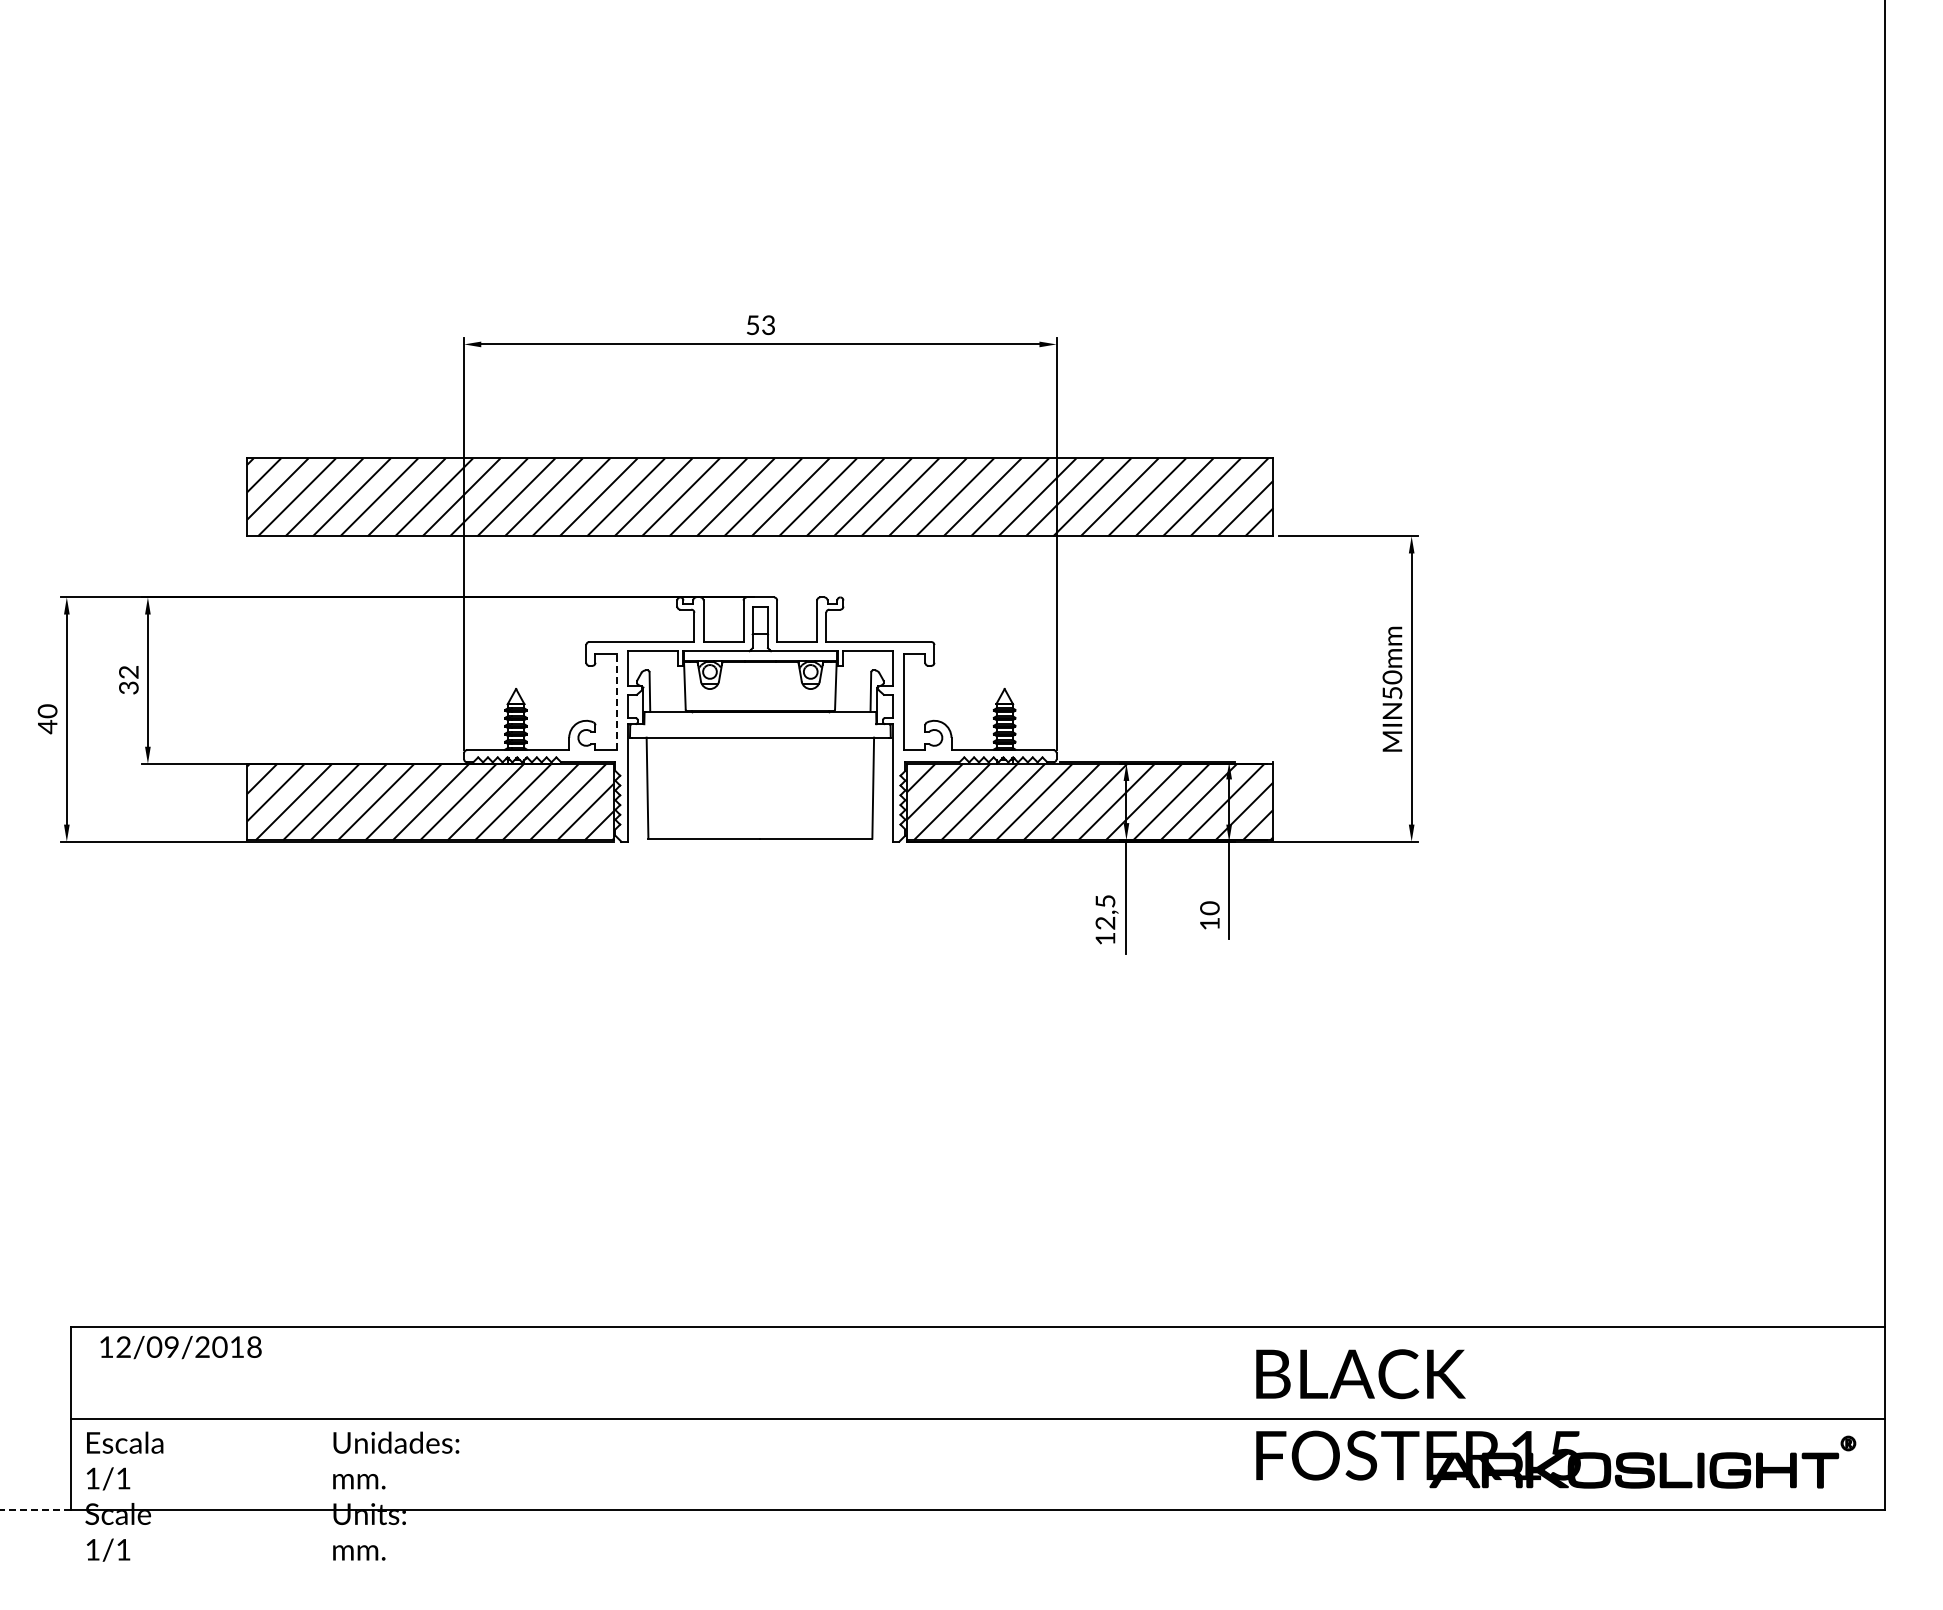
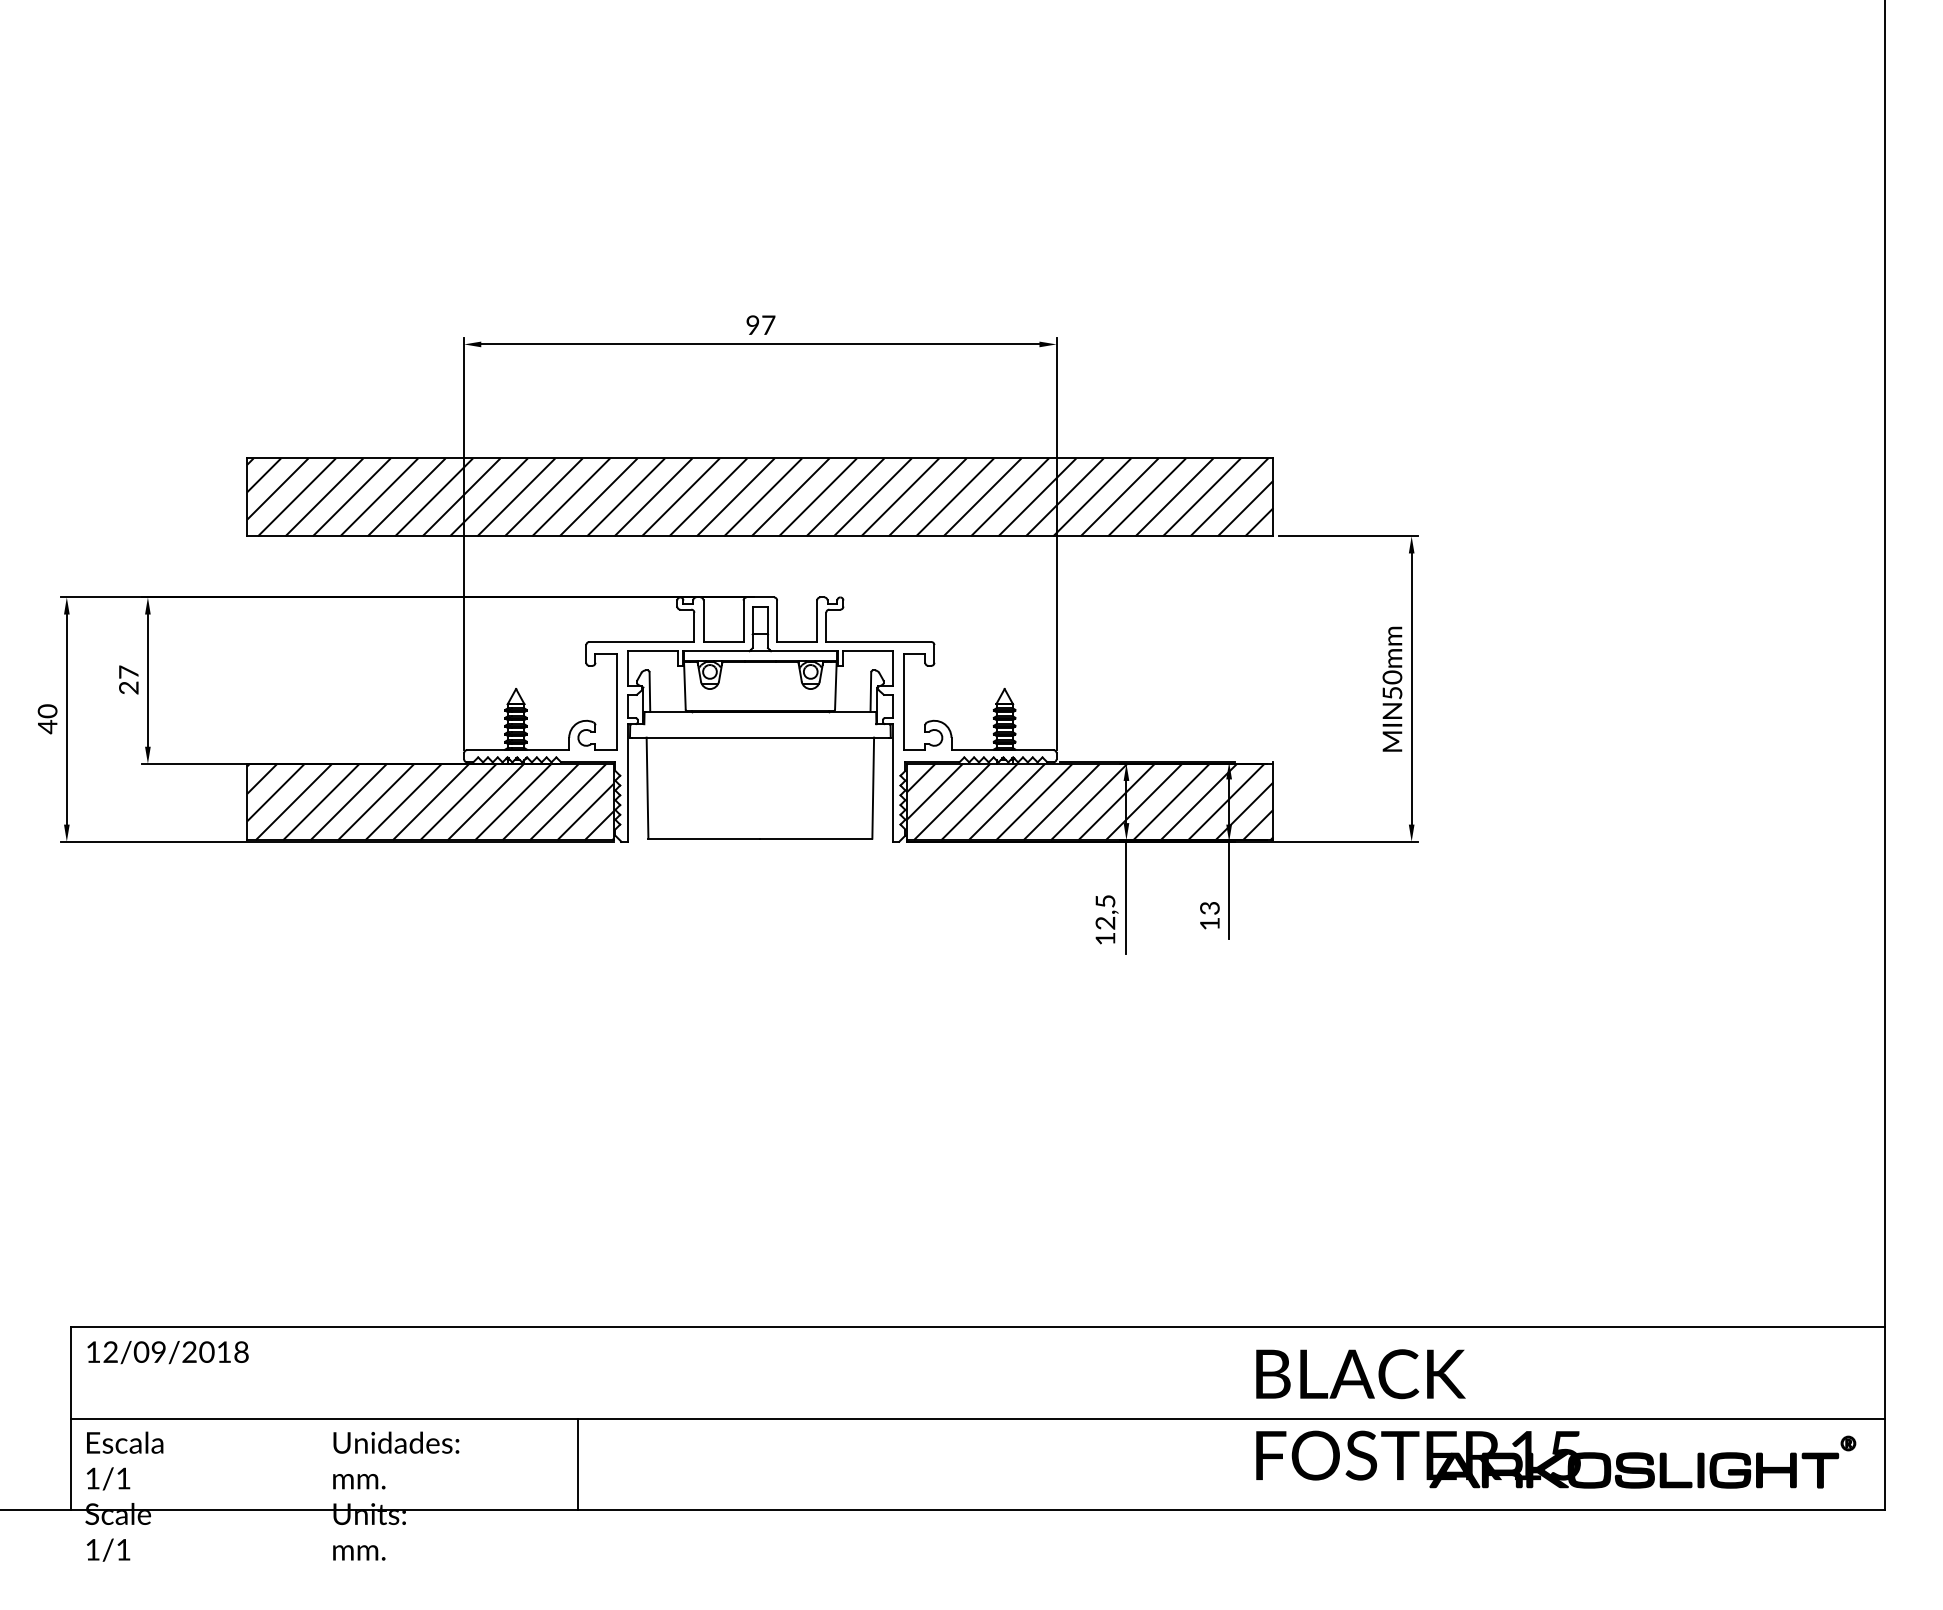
text at (760, 325): 53 -> 97
text at (128, 679): 32 -> 27
line at (616, 701): dashed -> solid
text at (1209, 908): 10 -> 13
text at (180, 1347) position: (180, 1347) -> (167, 1352)
line at (578, 1464): none -> present
line at (35, 1510): dashed -> solid
